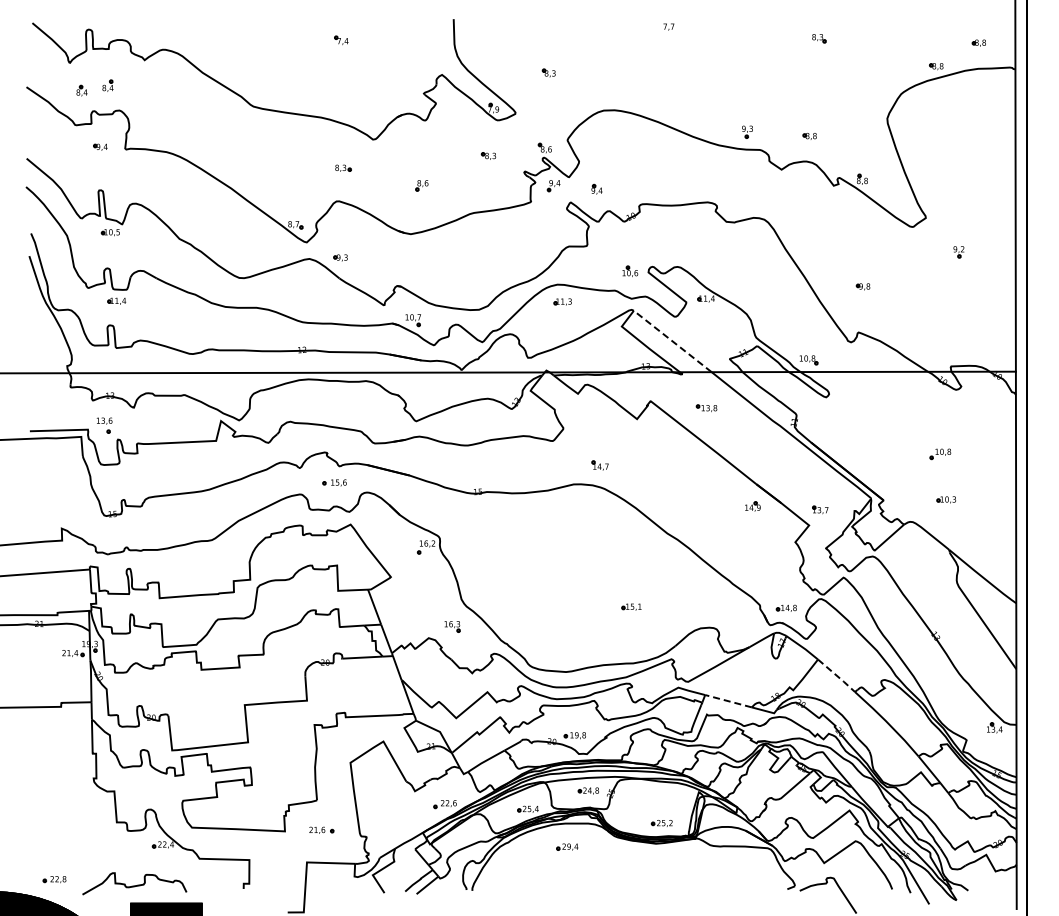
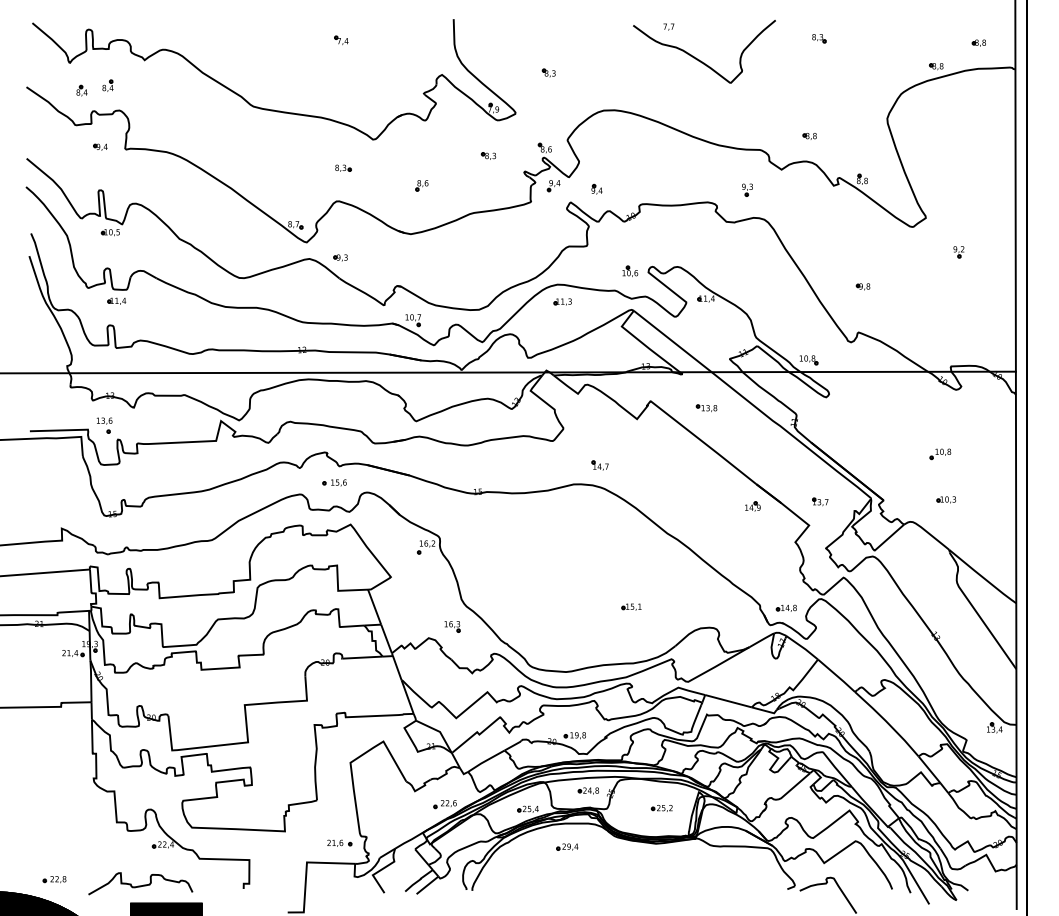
curve at (699, 59): none -> present
part at (747, 131) position: (747, 131) -> (747, 189)
line at (672, 341): dashed -> solid
part at (820, 509) position: (820, 509) -> (820, 501)
line at (837, 676): dashed -> solid
line at (728, 701): dashed -> solid
part at (661, 823) position: (661, 823) -> (661, 808)
part at (321, 829) position: (321, 829) -> (339, 842)
curve at (134, 885) position: (134, 885) -> (140, 885)
